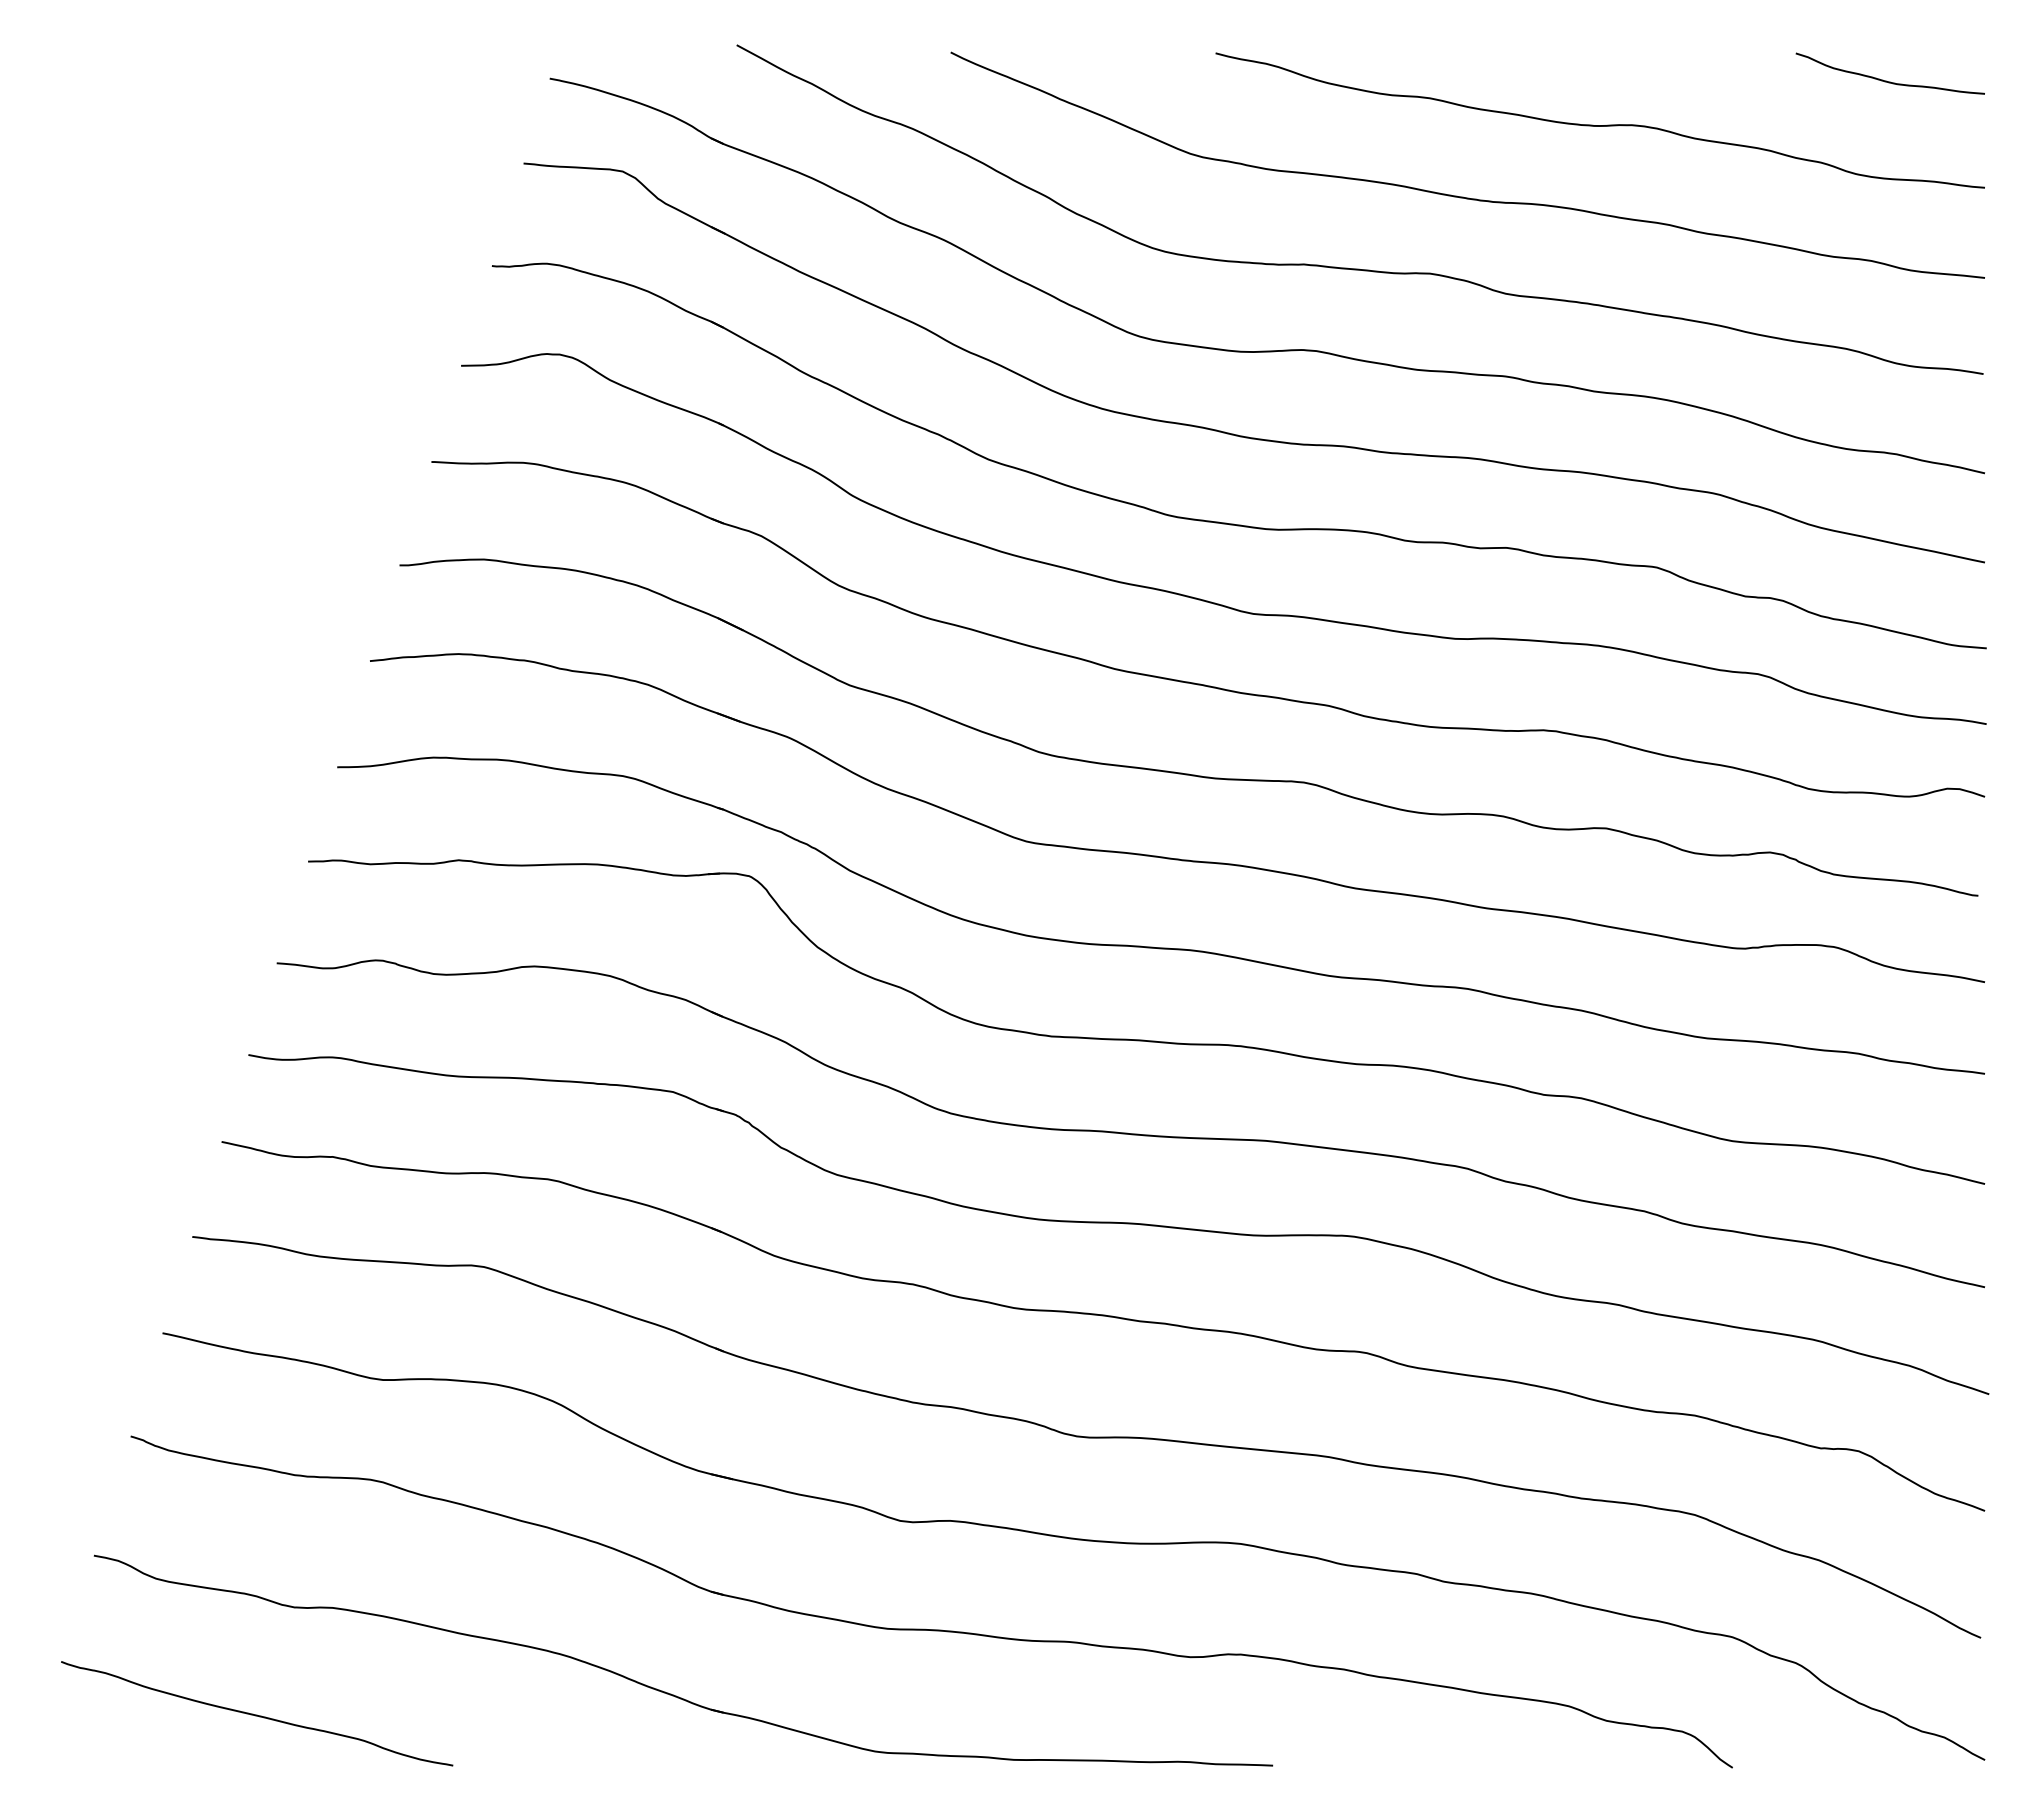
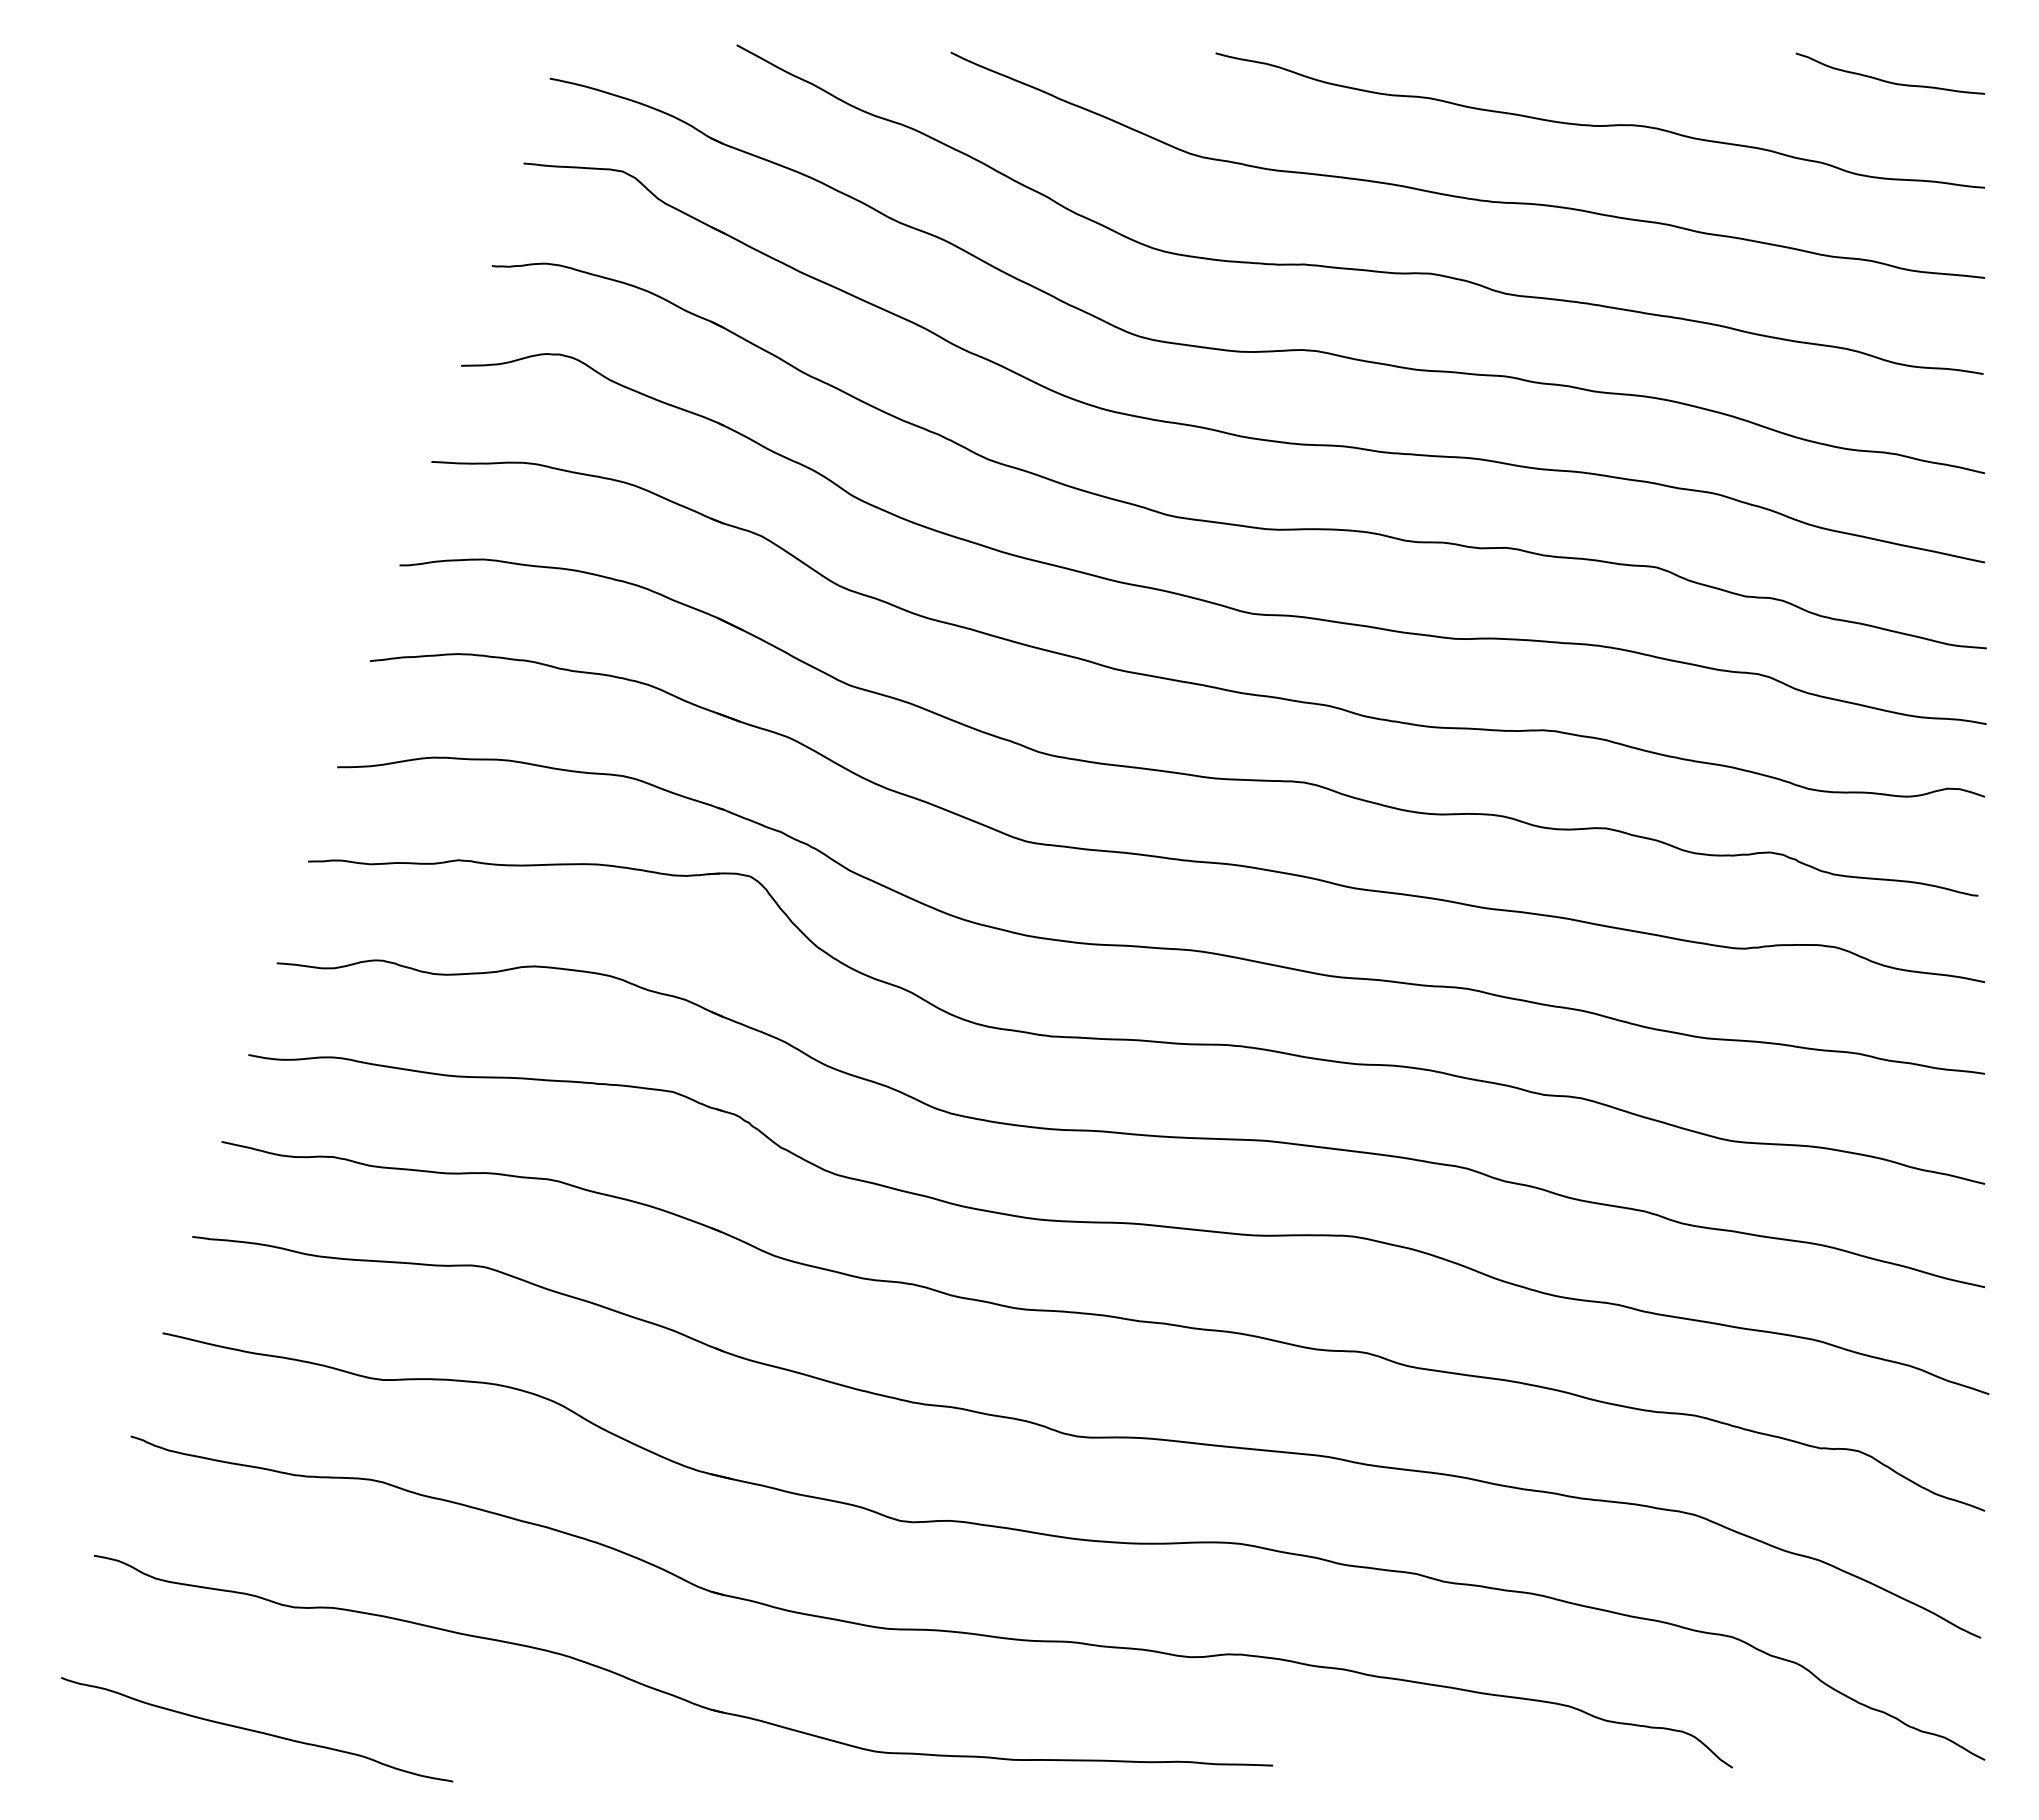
curve at (257, 1714) position: (257, 1714) -> (257, 1730)
